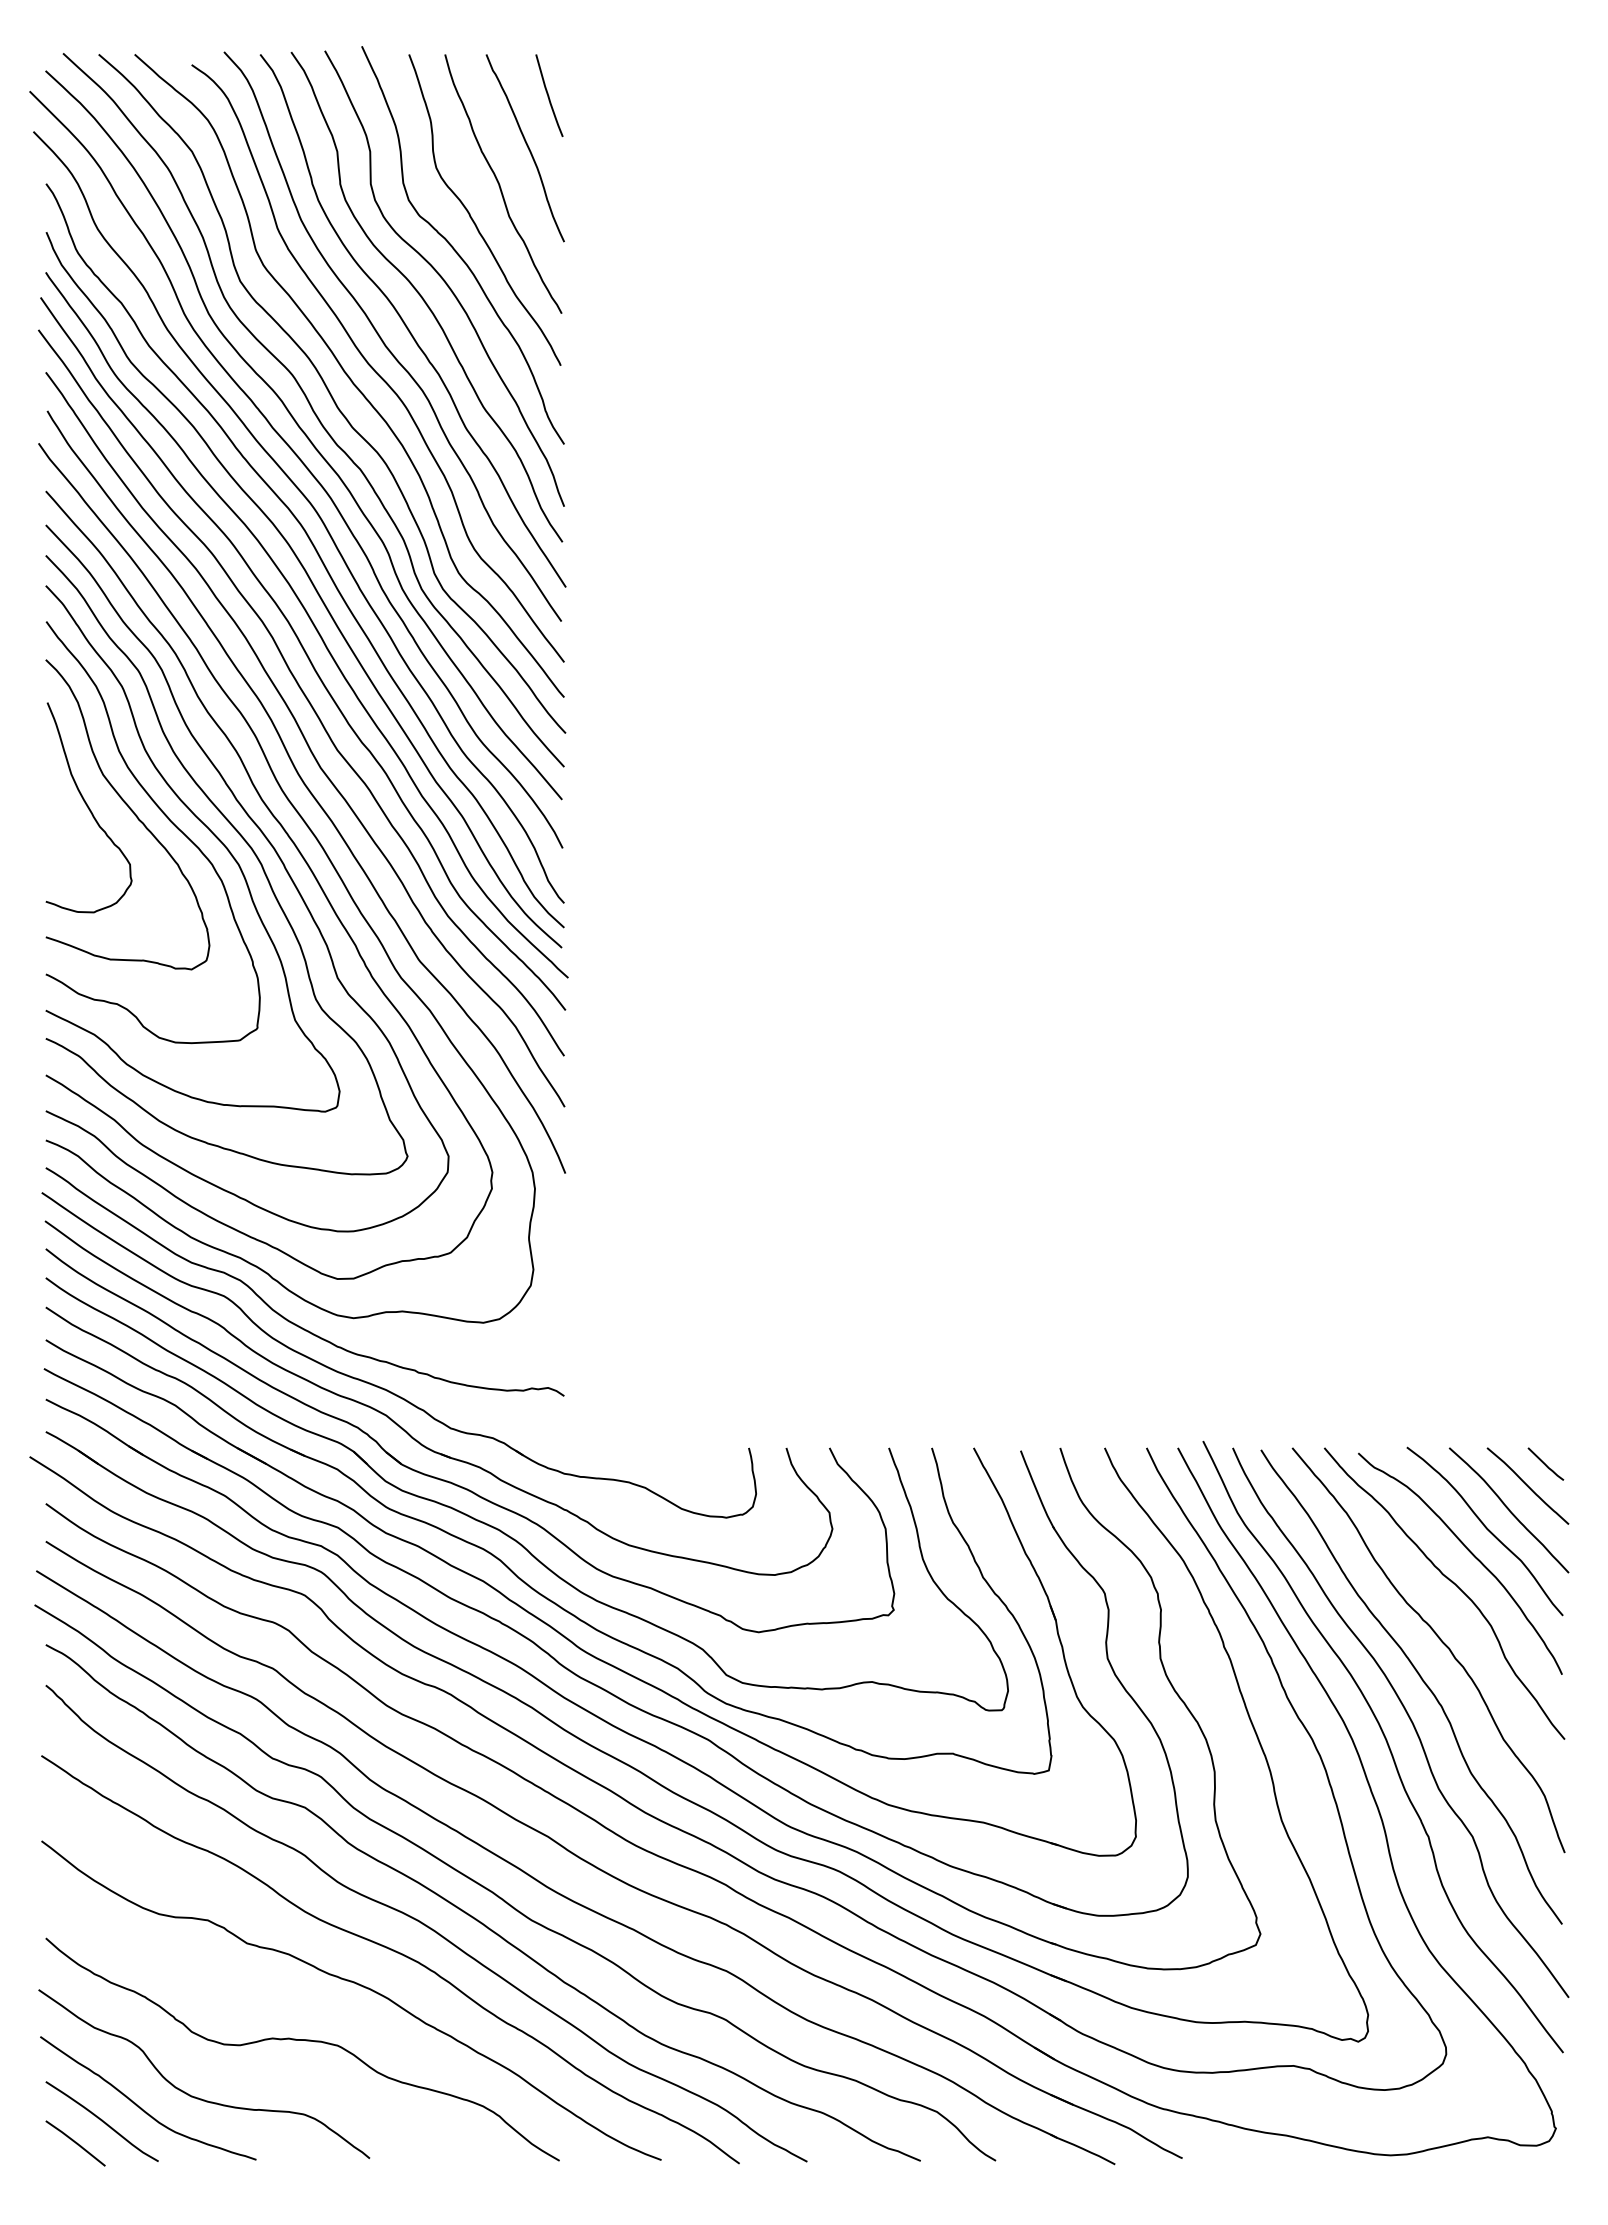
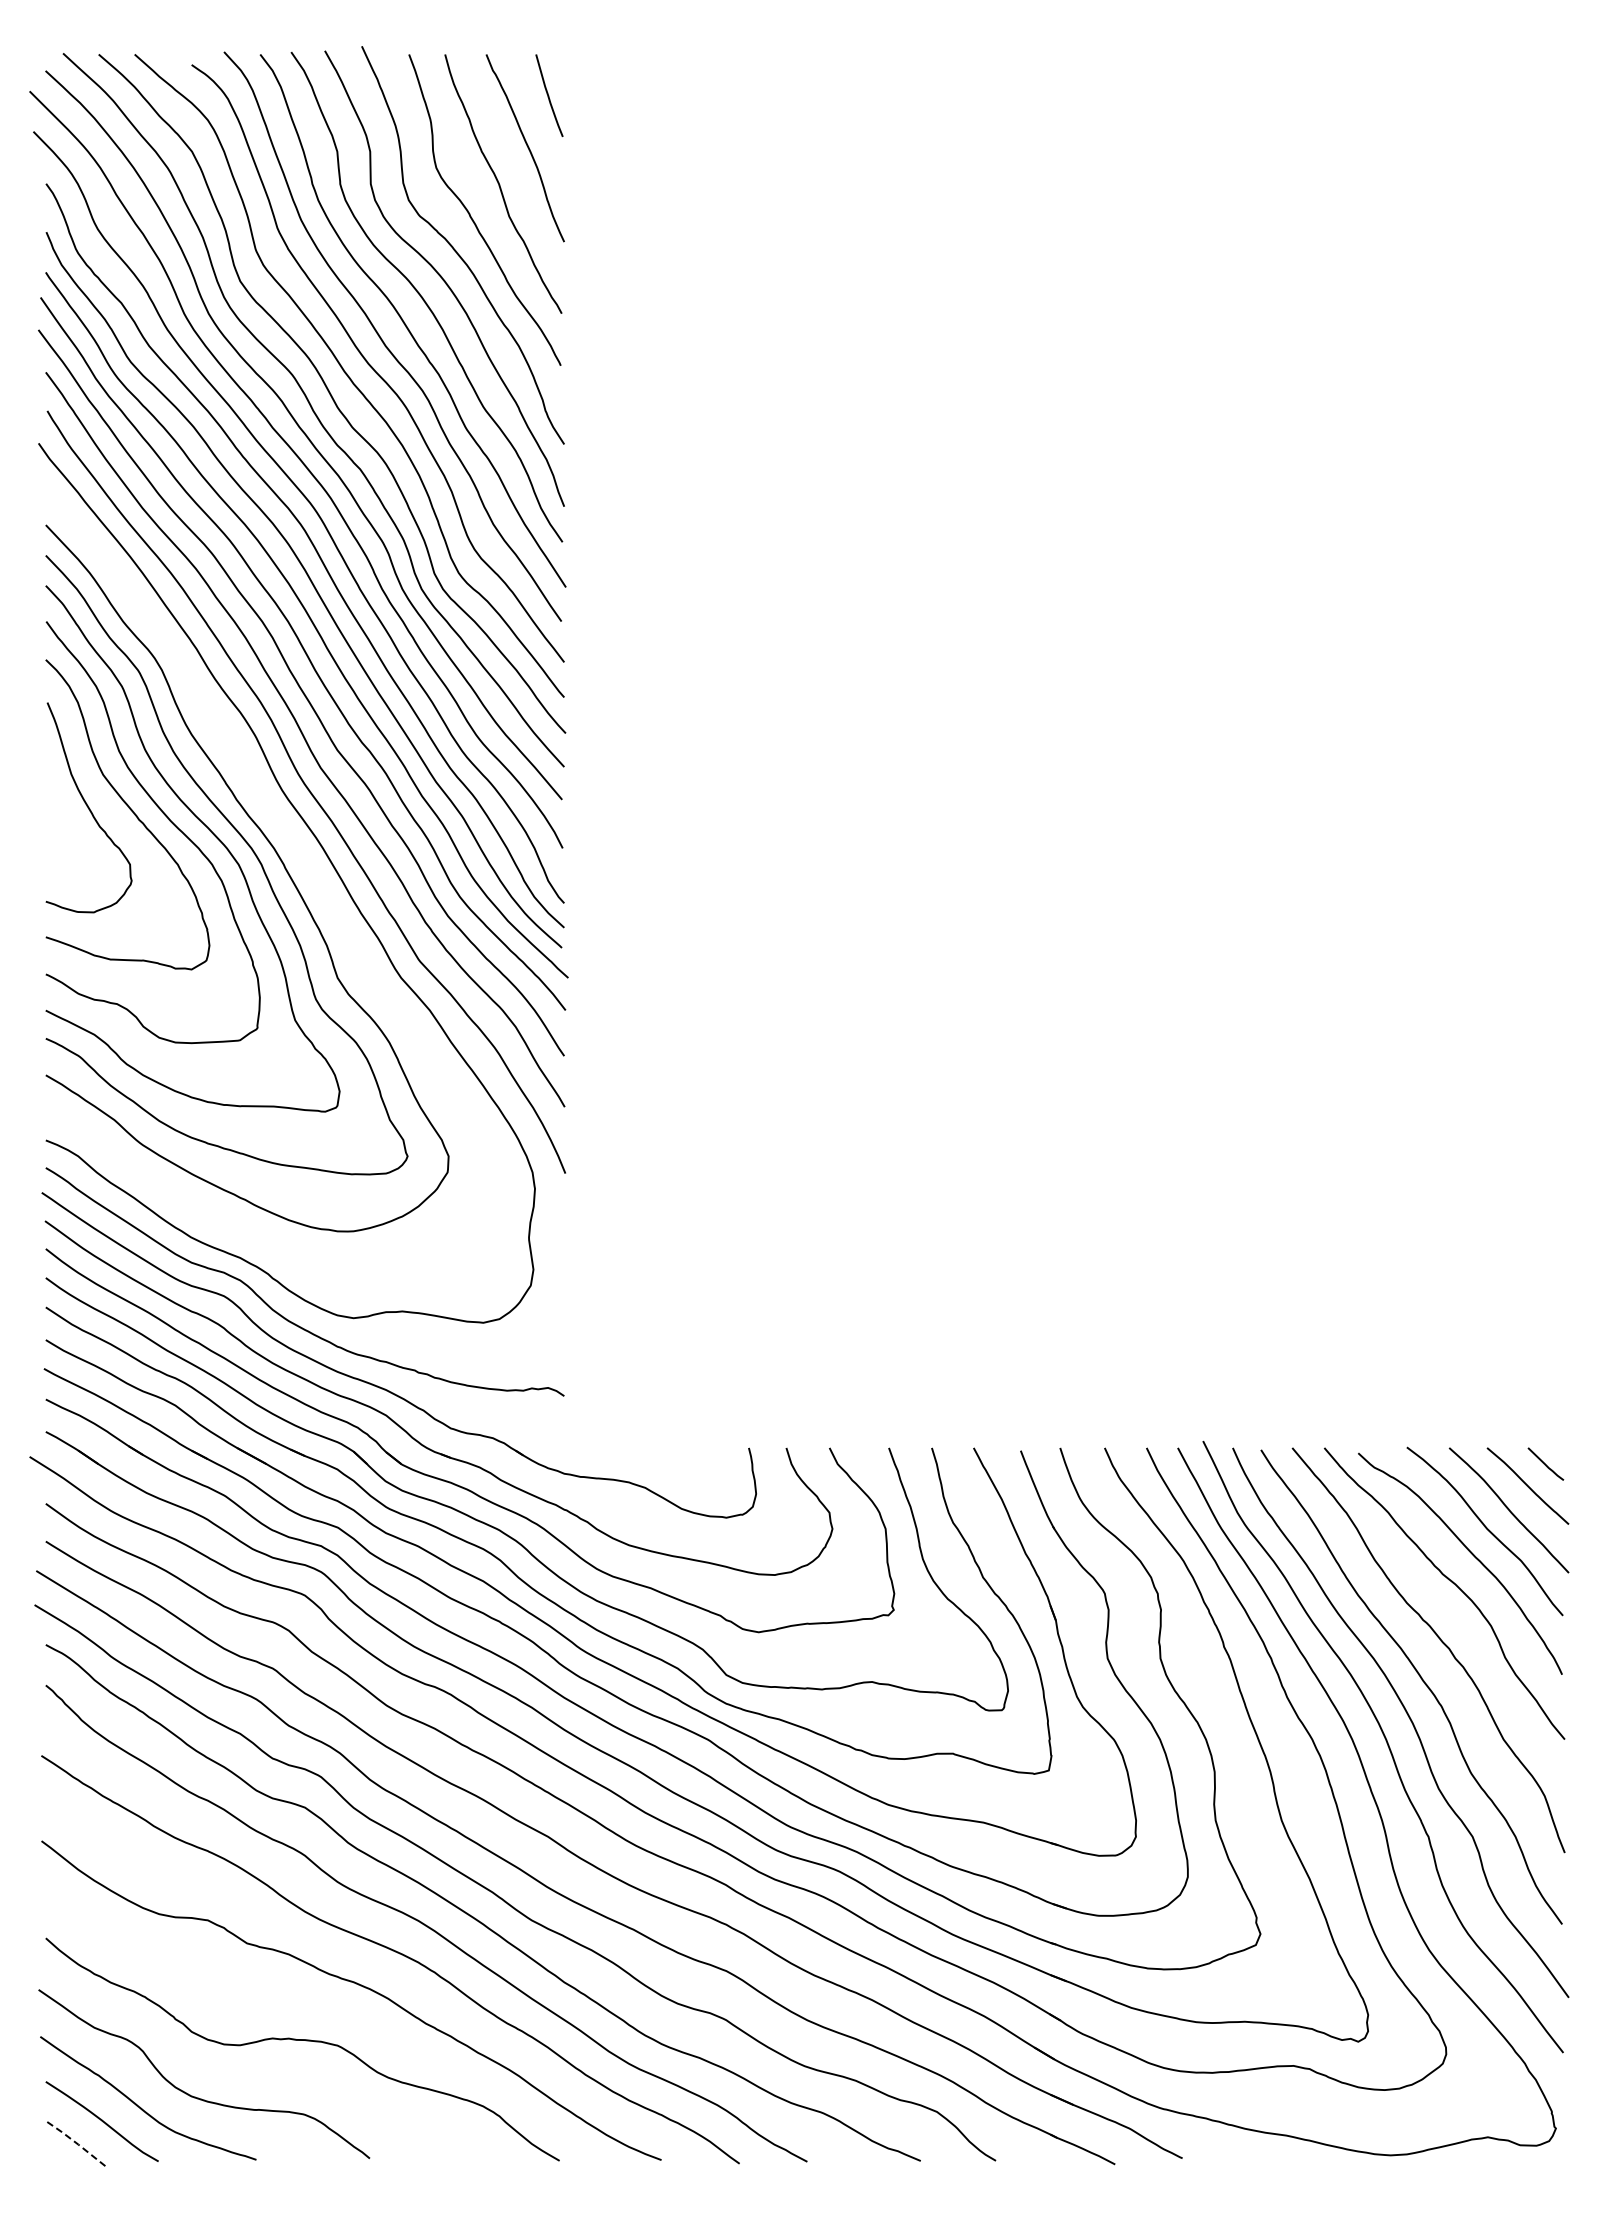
curve at (305, 863): present -> none
line at (76, 2142): solid -> dashed
